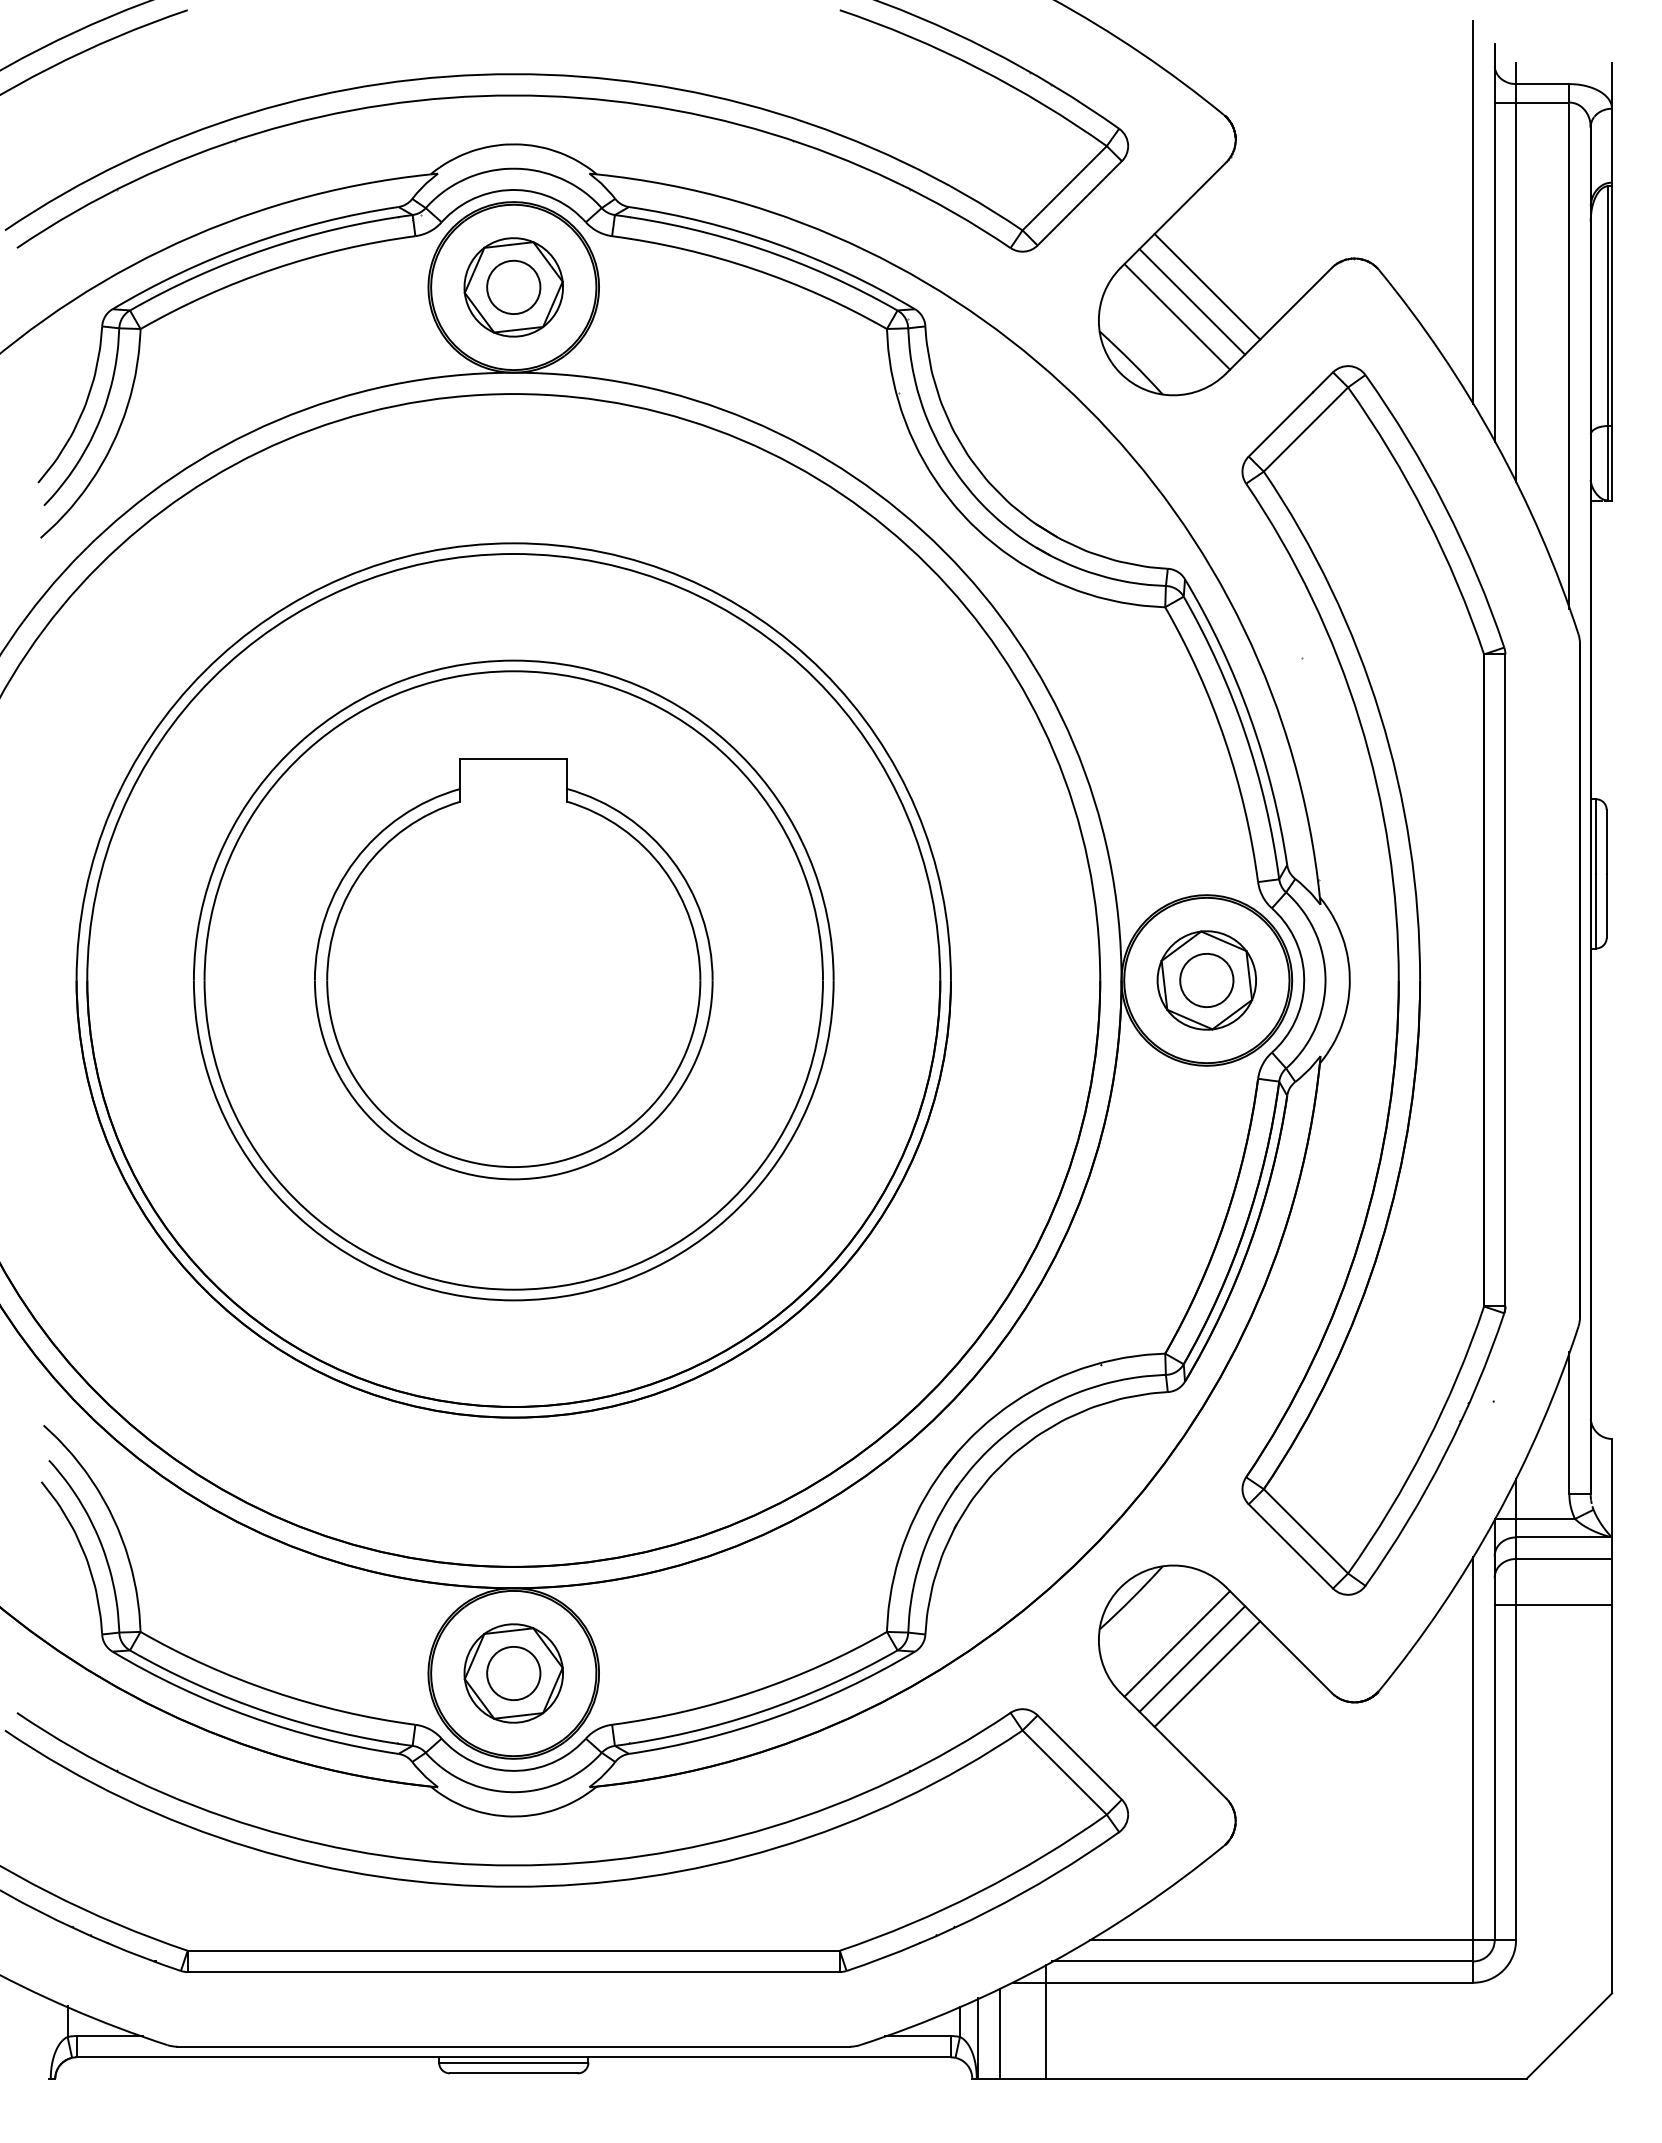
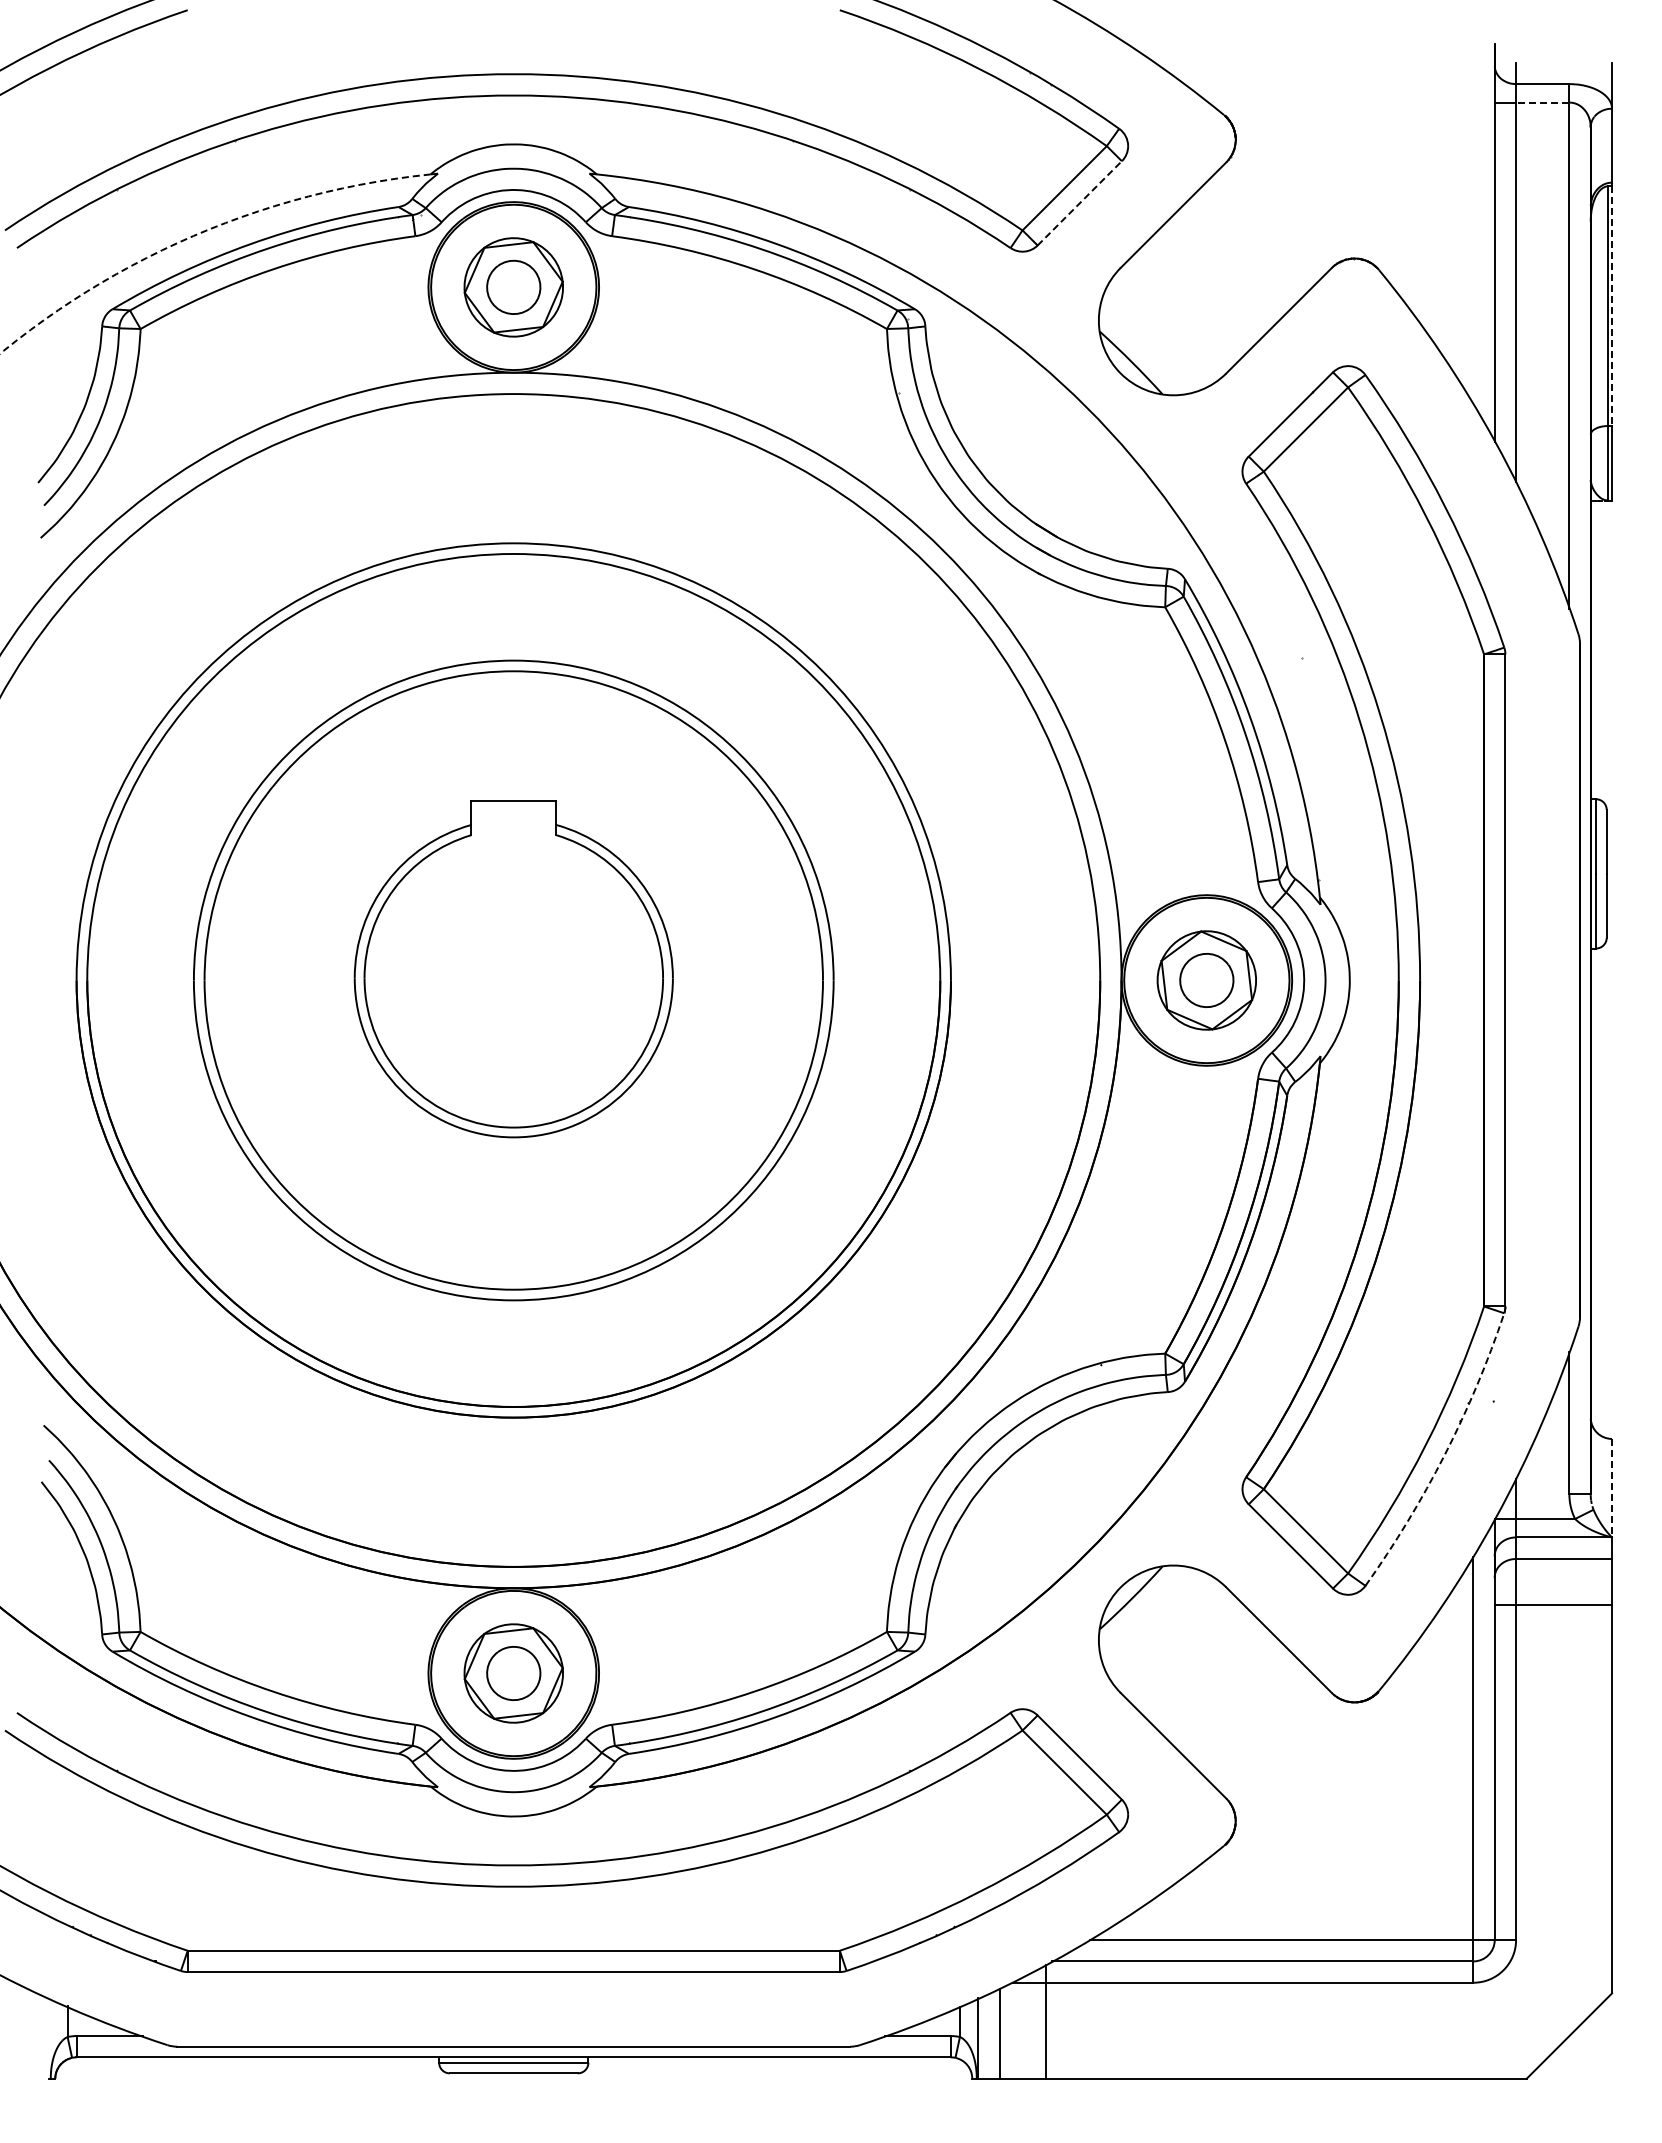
line at (1542, 102): solid -> dashed
line at (1079, 203): solid -> dashed
line at (1473, 211): present -> none
arc at (198, 233): solid -> dashed
line at (1207, 286): present -> none
line at (1192, 301): present -> none
line at (1612, 306): solid -> dashed
line at (1177, 316): present -> none
part at (513, 969) size: 400x423 px -> 321x339 px
arc at (1444, 1454): solid -> dashed
line at (1612, 1488): solid -> dashed
line at (1177, 1643): present -> none
line at (1192, 1658): present -> none
line at (1207, 1673): present -> none
